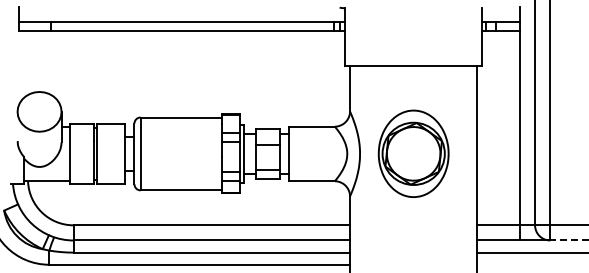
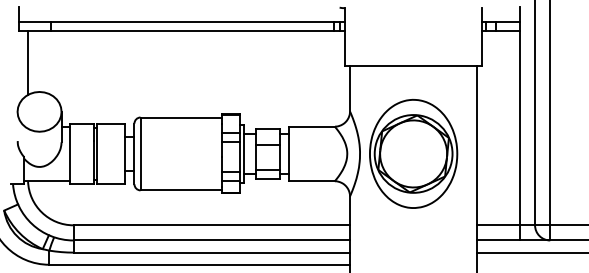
line at (28, 62): none -> present
part at (413, 153) size: 73x89 px -> 90x111 px
line at (569, 240): dashed -> solid
